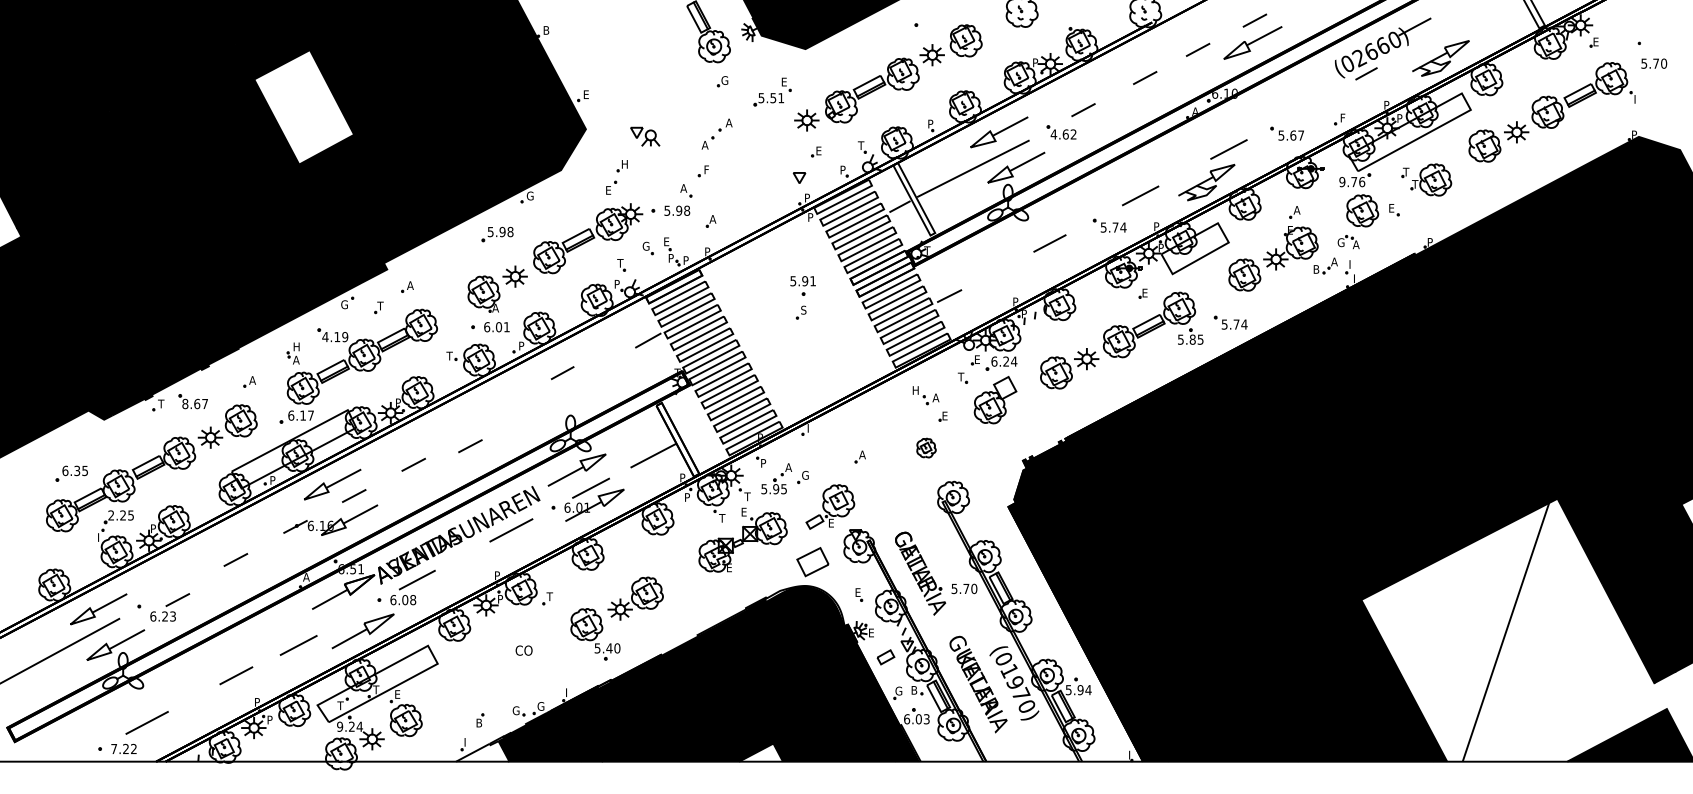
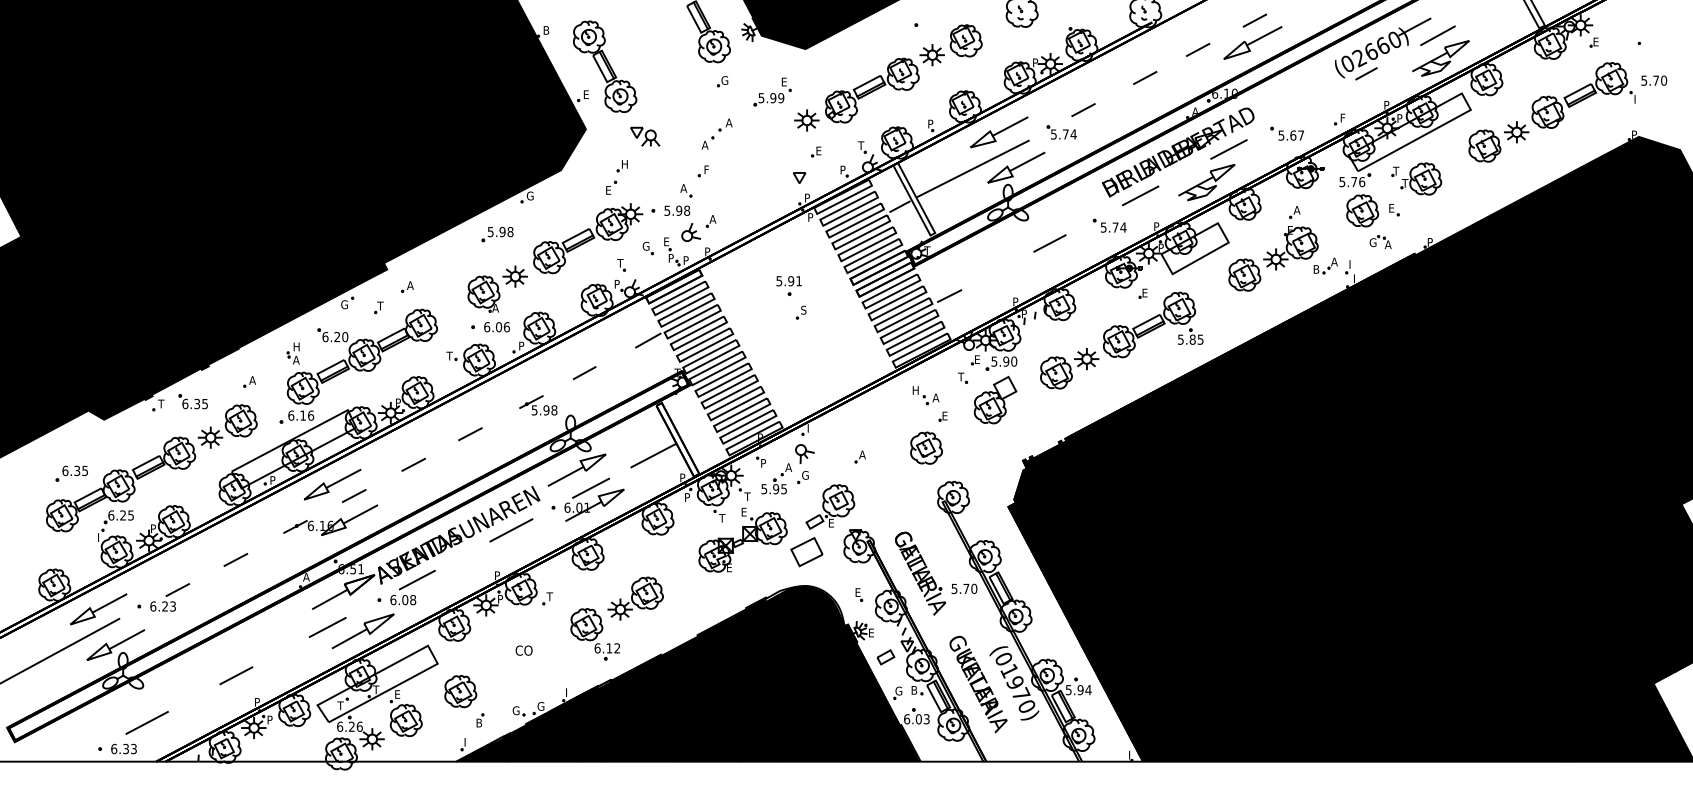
line at (1437, 35): none -> present
text at (1654, 63) position: (1654, 63) -> (1654, 80)
part at (605, 66): none -> present
text at (777, 98): 5.51 -> 5.99
fill at (304, 107): none -> present
text at (1063, 134): 4.62 -> 5.74
part at (1178, 152): none -> present
part at (1426, 179) position: (1426, 179) -> (1416, 178)
text at (1342, 181): 9.76 -> 5.76
part at (690, 232): none -> present
part at (1348, 242) position: (1348, 242) -> (1380, 242)
part at (802, 285) position: (802, 285) -> (788, 285)
part at (1230, 322): present -> none
text at (506, 327): 6.01 -> 6.06
text at (335, 336): 4.19 -> 6.20
text at (1004, 361): 6.24 -> 5.90
line at (562, 373) position: (562, 373) -> (584, 373)
text at (194, 403): 8.67 -> 6.35
part at (538, 405): none -> present
text at (311, 415): 6.17 -> 6.16
line at (470, 446) position: (470, 446) -> (470, 434)
part at (926, 447) size: 21x22 px -> 33x34 px
part at (804, 453): none -> present
text at (111, 515): 2.25 -> 6.25
part at (812, 562) position: (812, 562) -> (806, 552)
part at (170, 607) position: (170, 607) -> (170, 597)
fill at (1514, 629): none -> present
line at (298, 645) position: (298, 645) -> (327, 627)
text at (607, 648): 5.40 -> 6.12
part at (460, 691): none -> present
text at (349, 726): 9.24 -> 6.26
text at (123, 748): 7.22 -> 6.33
fill at (482, 751): none -> present
fill at (761, 752): none -> present
